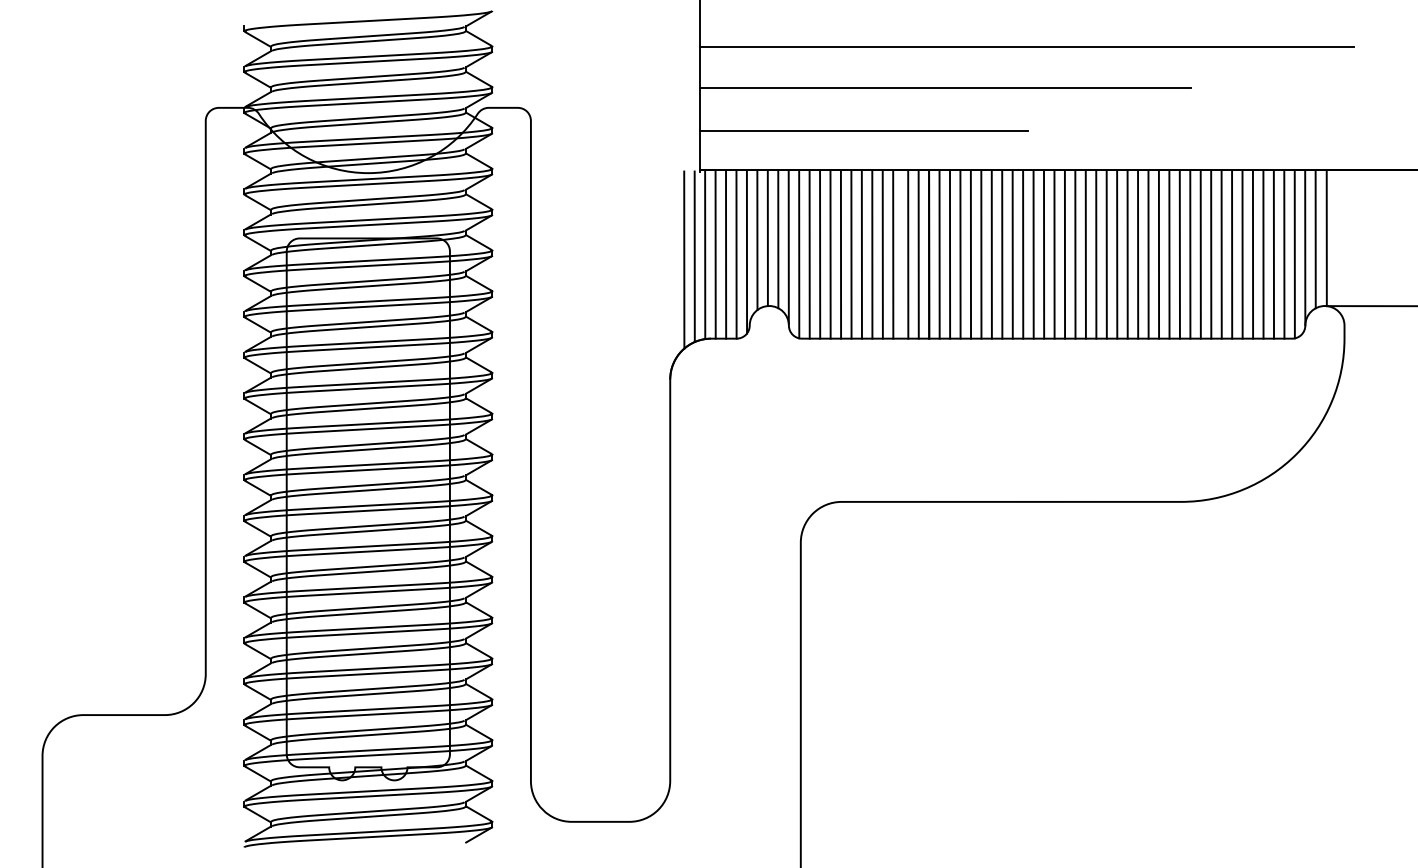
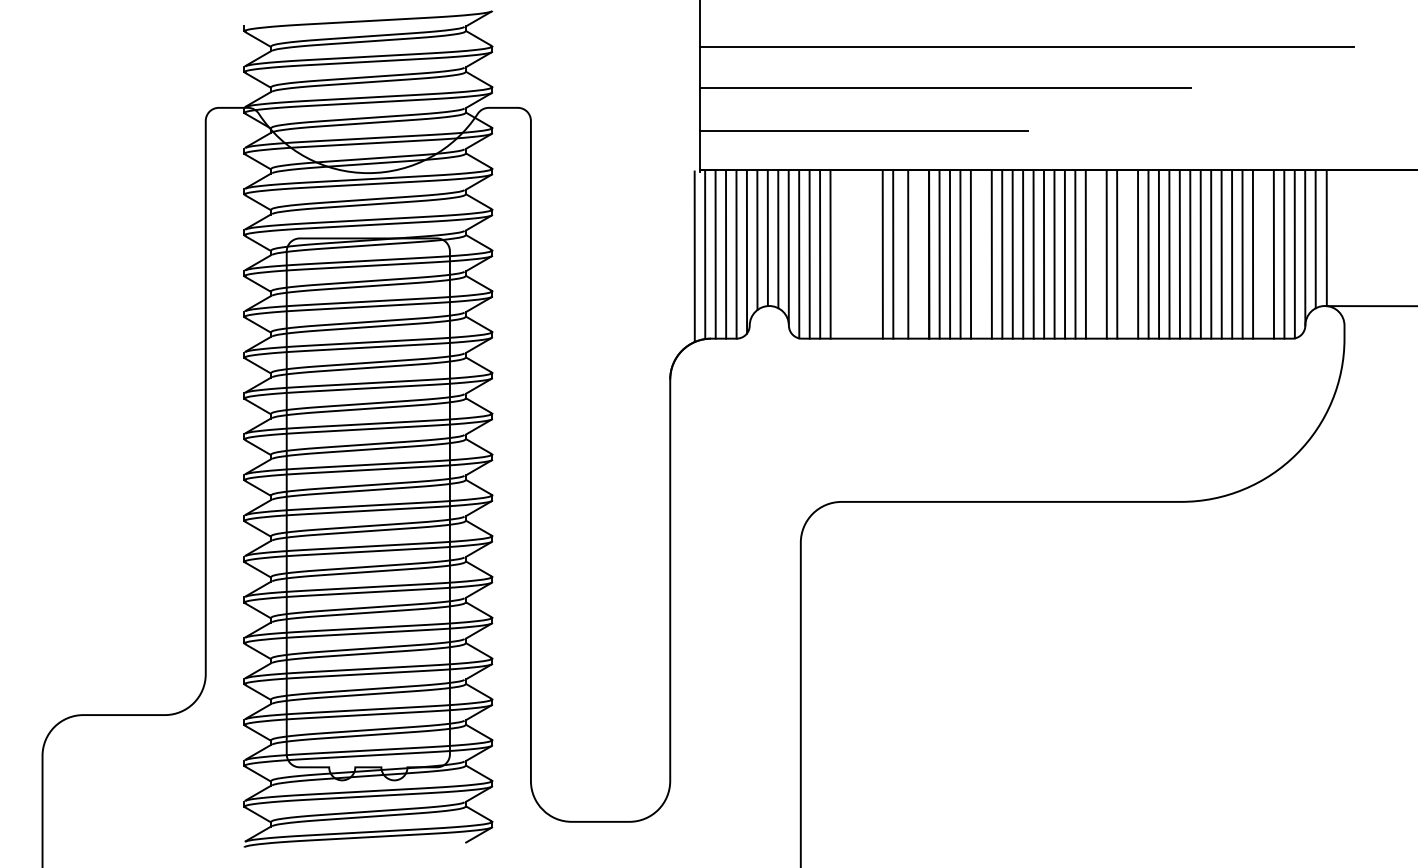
line at (840, 254): present -> none
line at (851, 254): present -> none
line at (861, 254): present -> none
line at (872, 254): present -> none
line at (918, 254): present -> none
line at (981, 254): present -> none
line at (1096, 254): present -> none
line at (1127, 254): present -> none
line at (1263, 254): present -> none
line at (684, 259): present -> none
